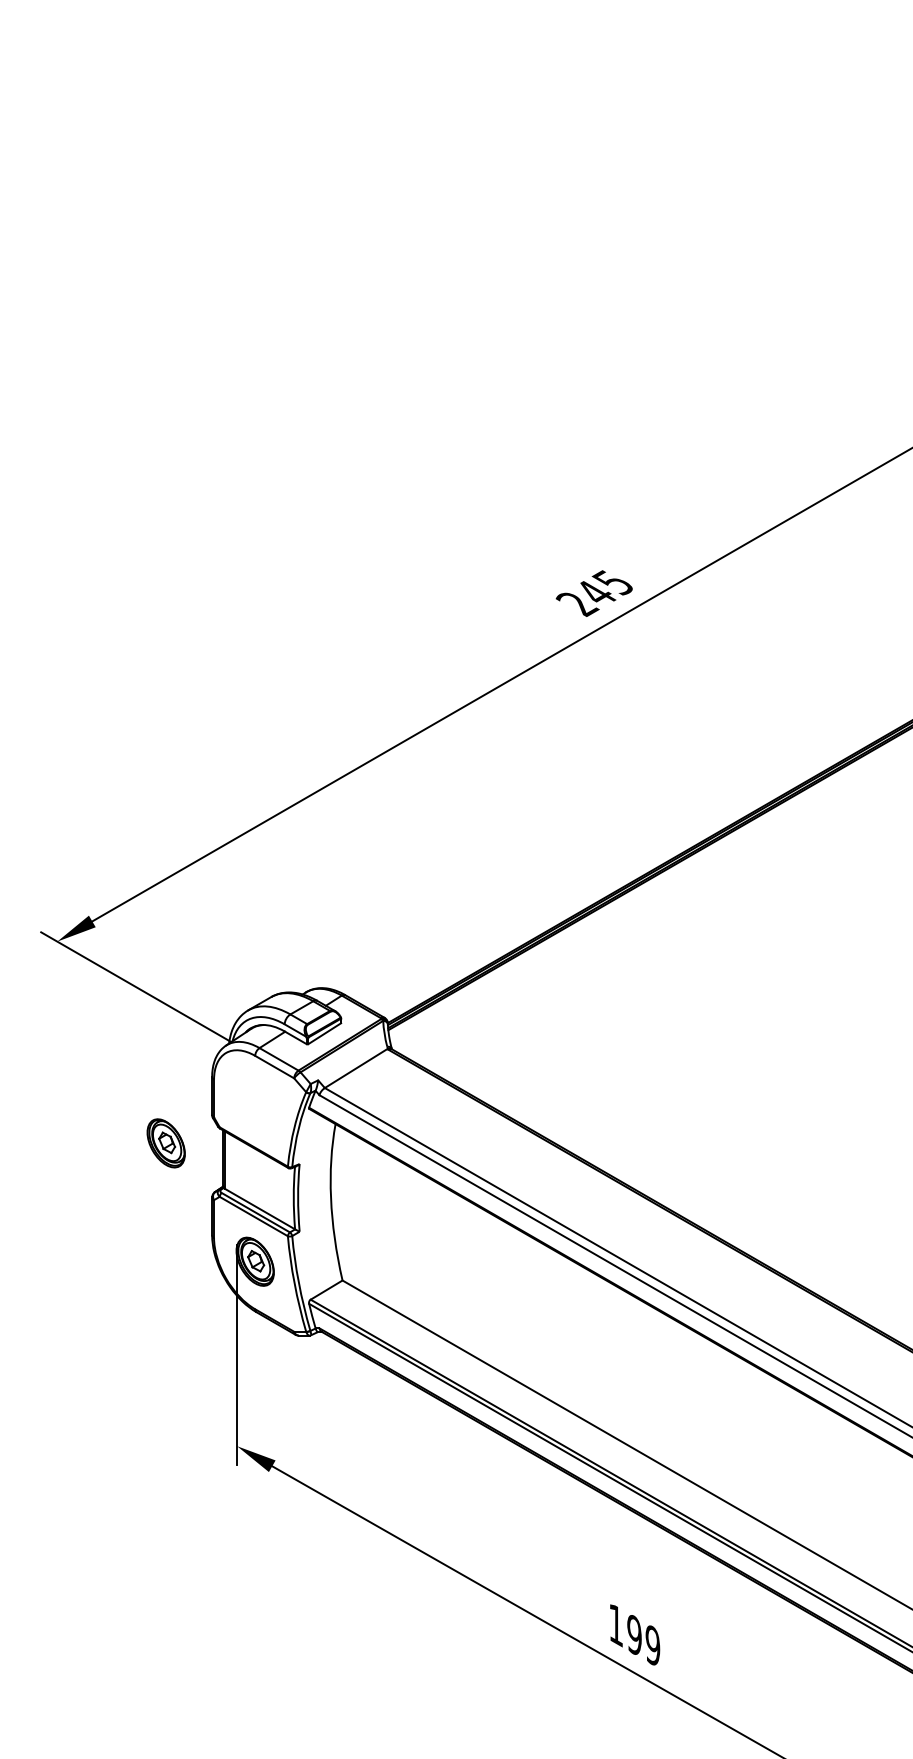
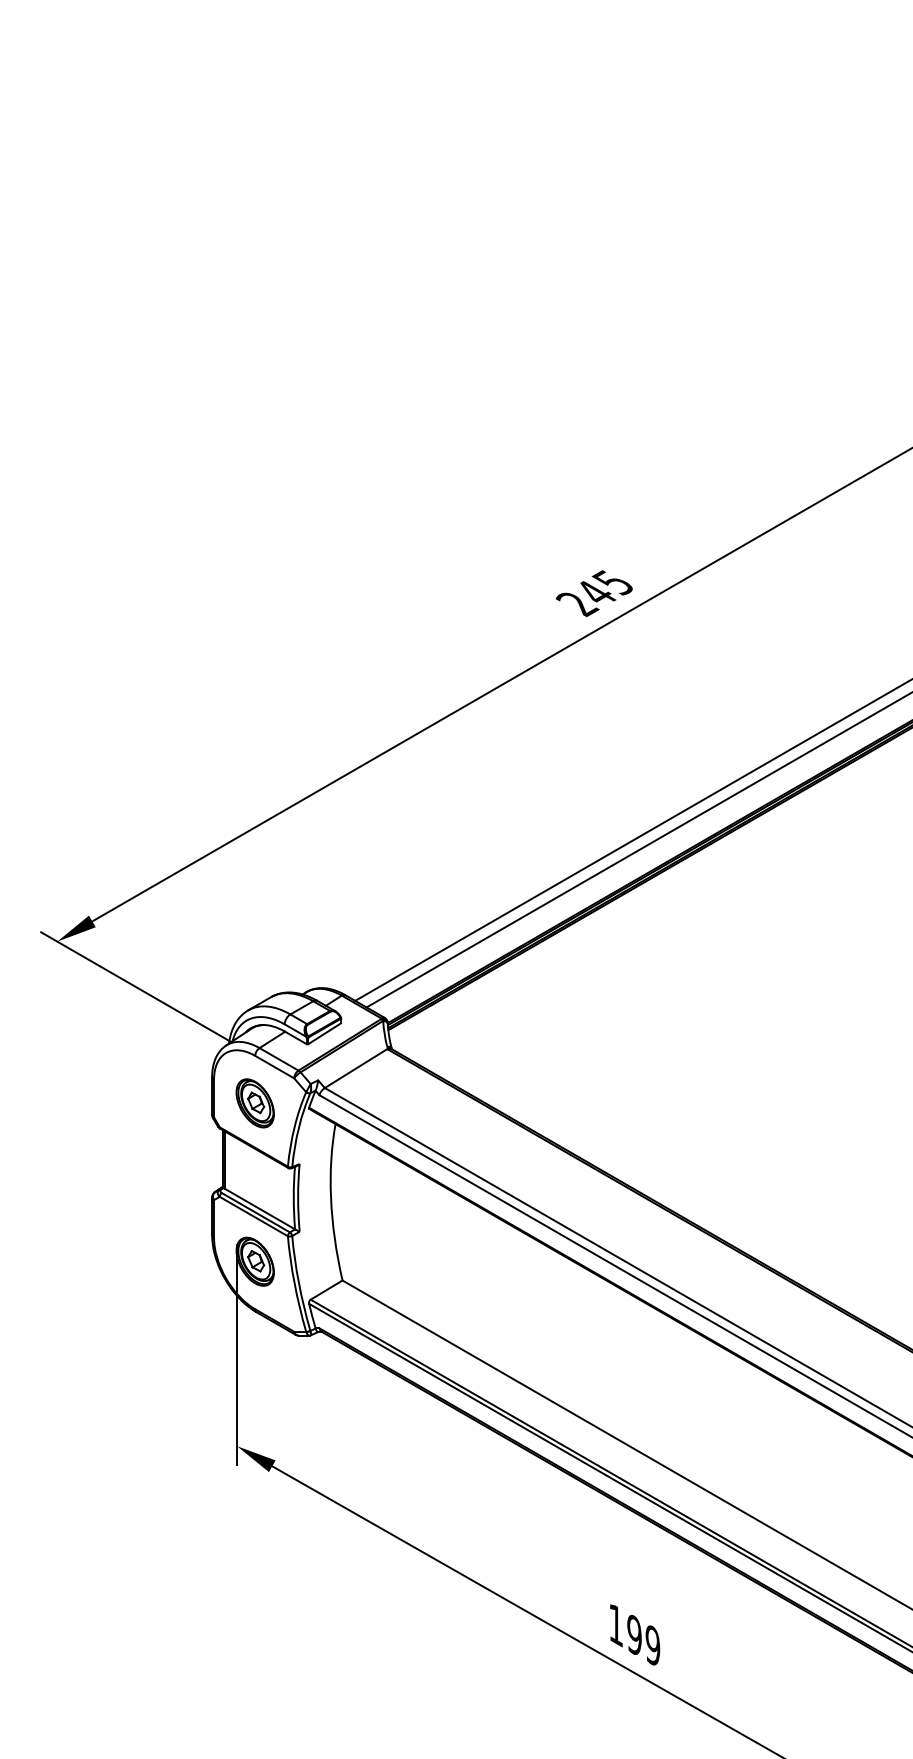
line at (632, 840): none -> present
line at (637, 850): none -> present
part at (165, 1143) position: (165, 1143) -> (254, 1103)
